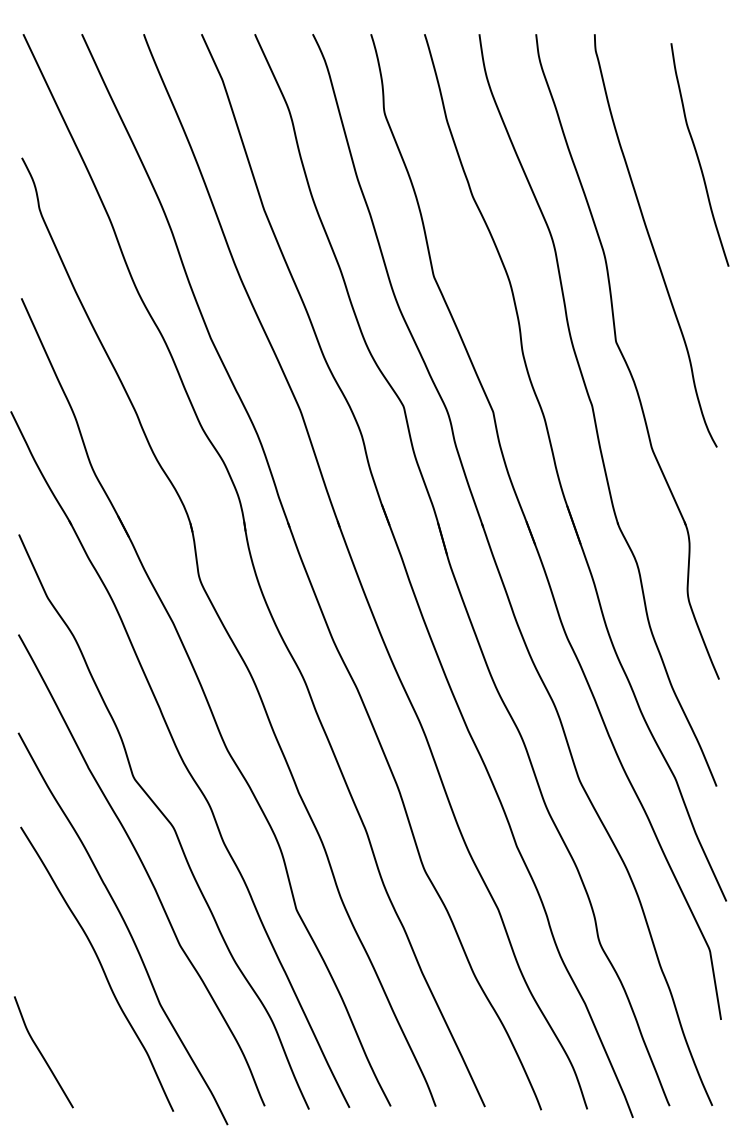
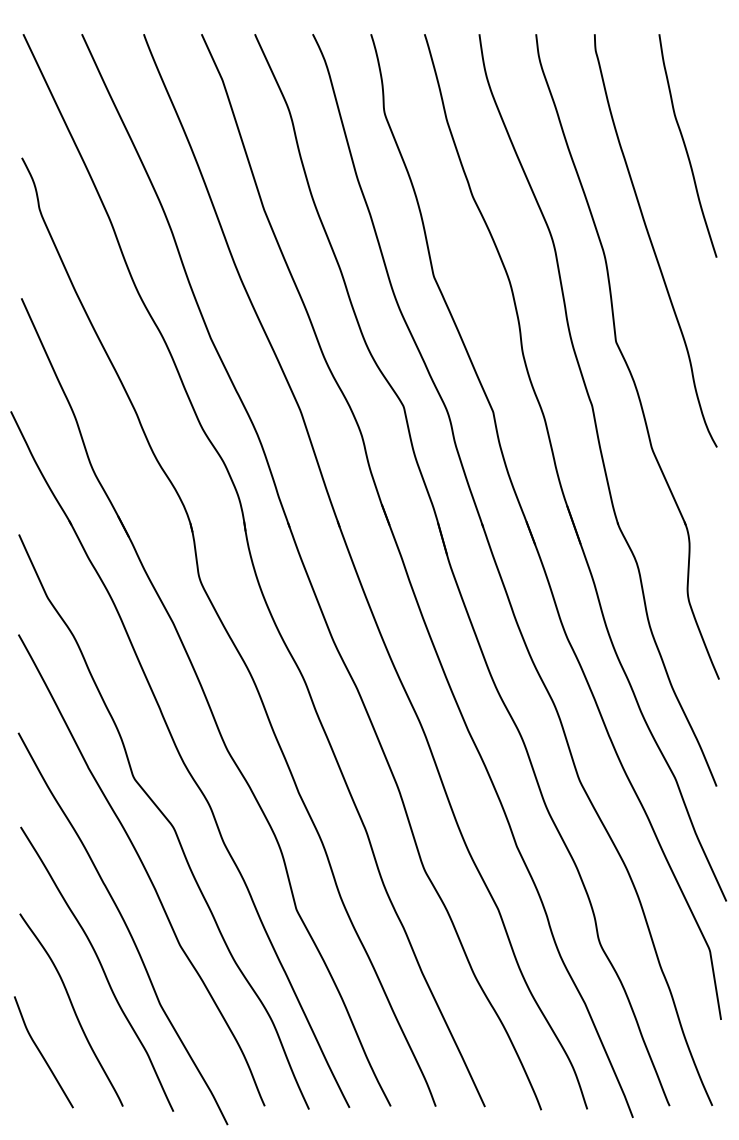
curve at (698, 155) position: (698, 155) -> (686, 146)
curve at (72, 1009): none -> present
